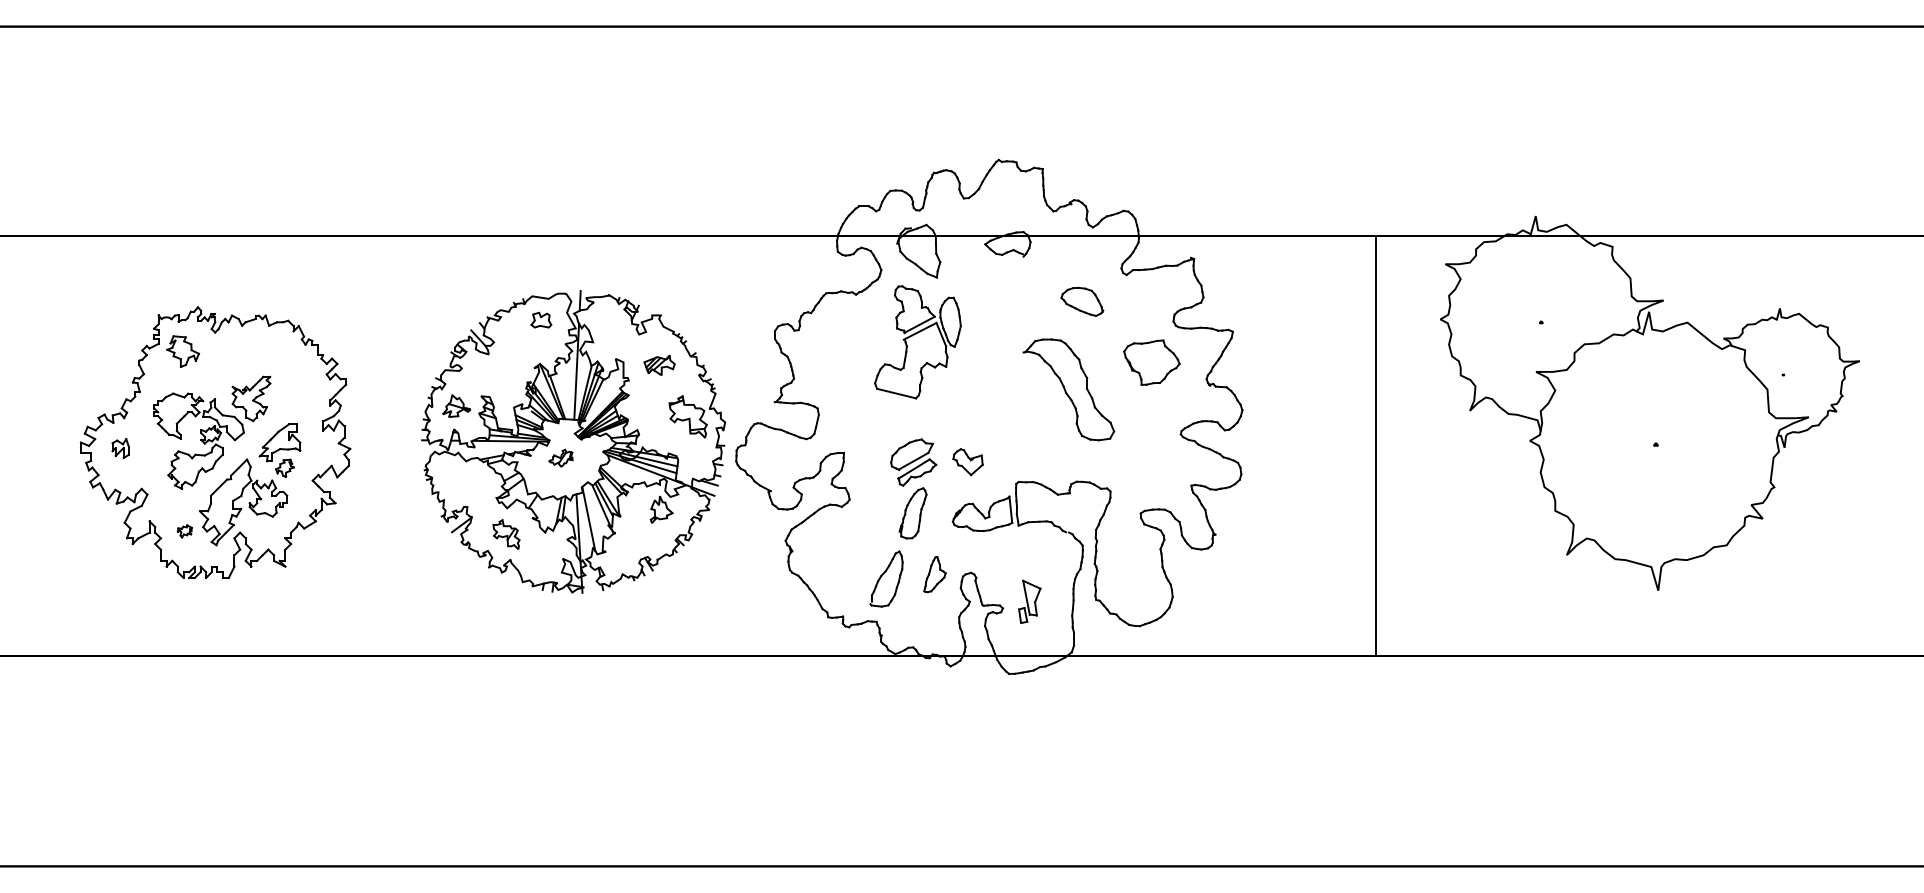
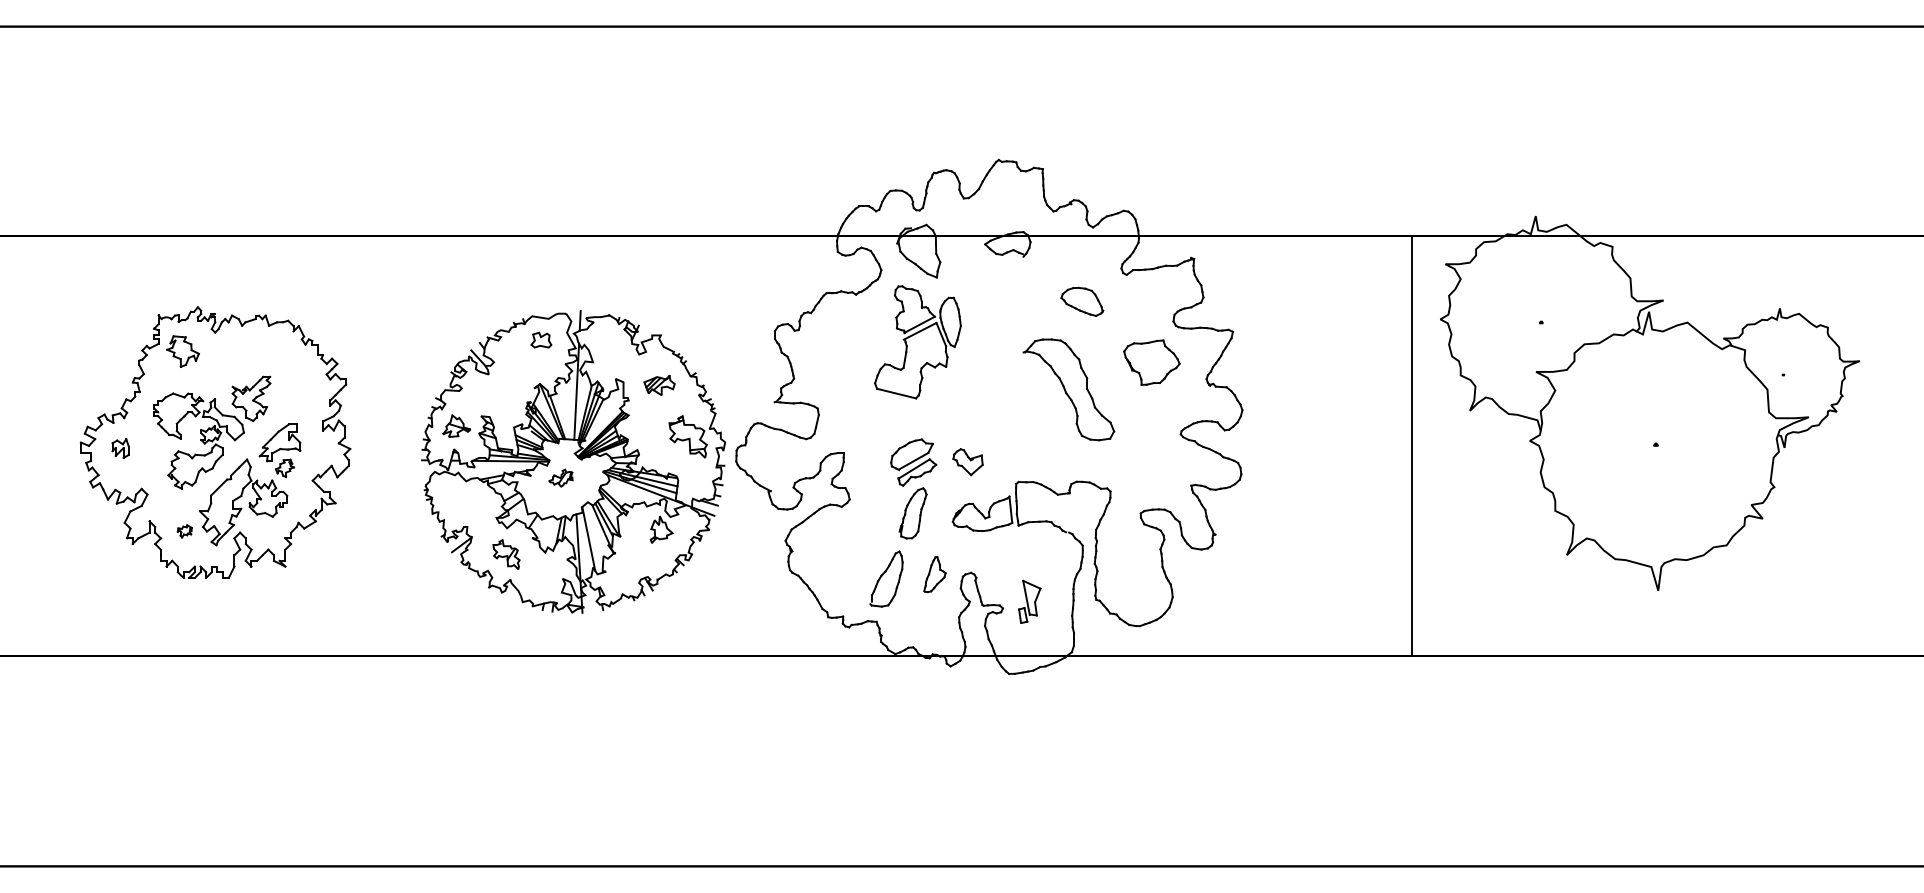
part at (573, 441) position: (573, 441) -> (573, 461)
line at (1375, 445) position: (1375, 445) -> (1411, 445)
